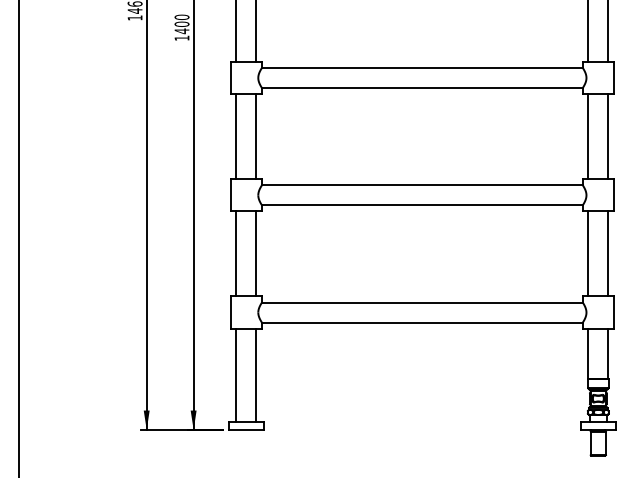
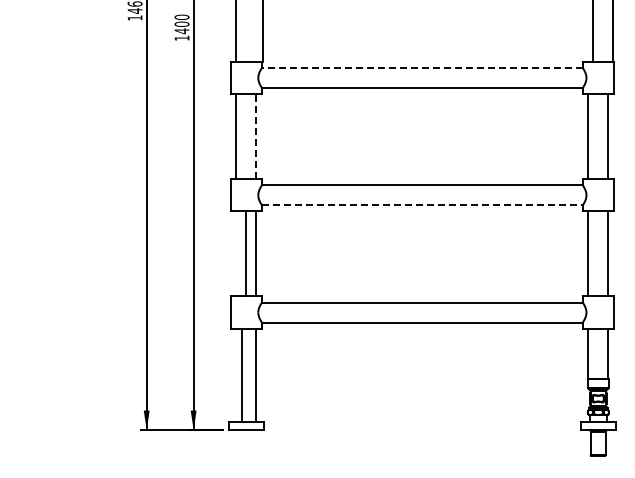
line at (256, 31) position: (256, 31) -> (263, 31)
line at (588, 31) position: (588, 31) -> (593, 31)
line at (608, 31) position: (608, 31) -> (613, 31)
line at (421, 68): solid -> dashed
line at (256, 136): solid -> dashed
line at (422, 205): solid -> dashed
line at (19, 238): present -> none
line at (236, 253) position: (236, 253) -> (246, 253)
line at (236, 375) position: (236, 375) -> (242, 375)
